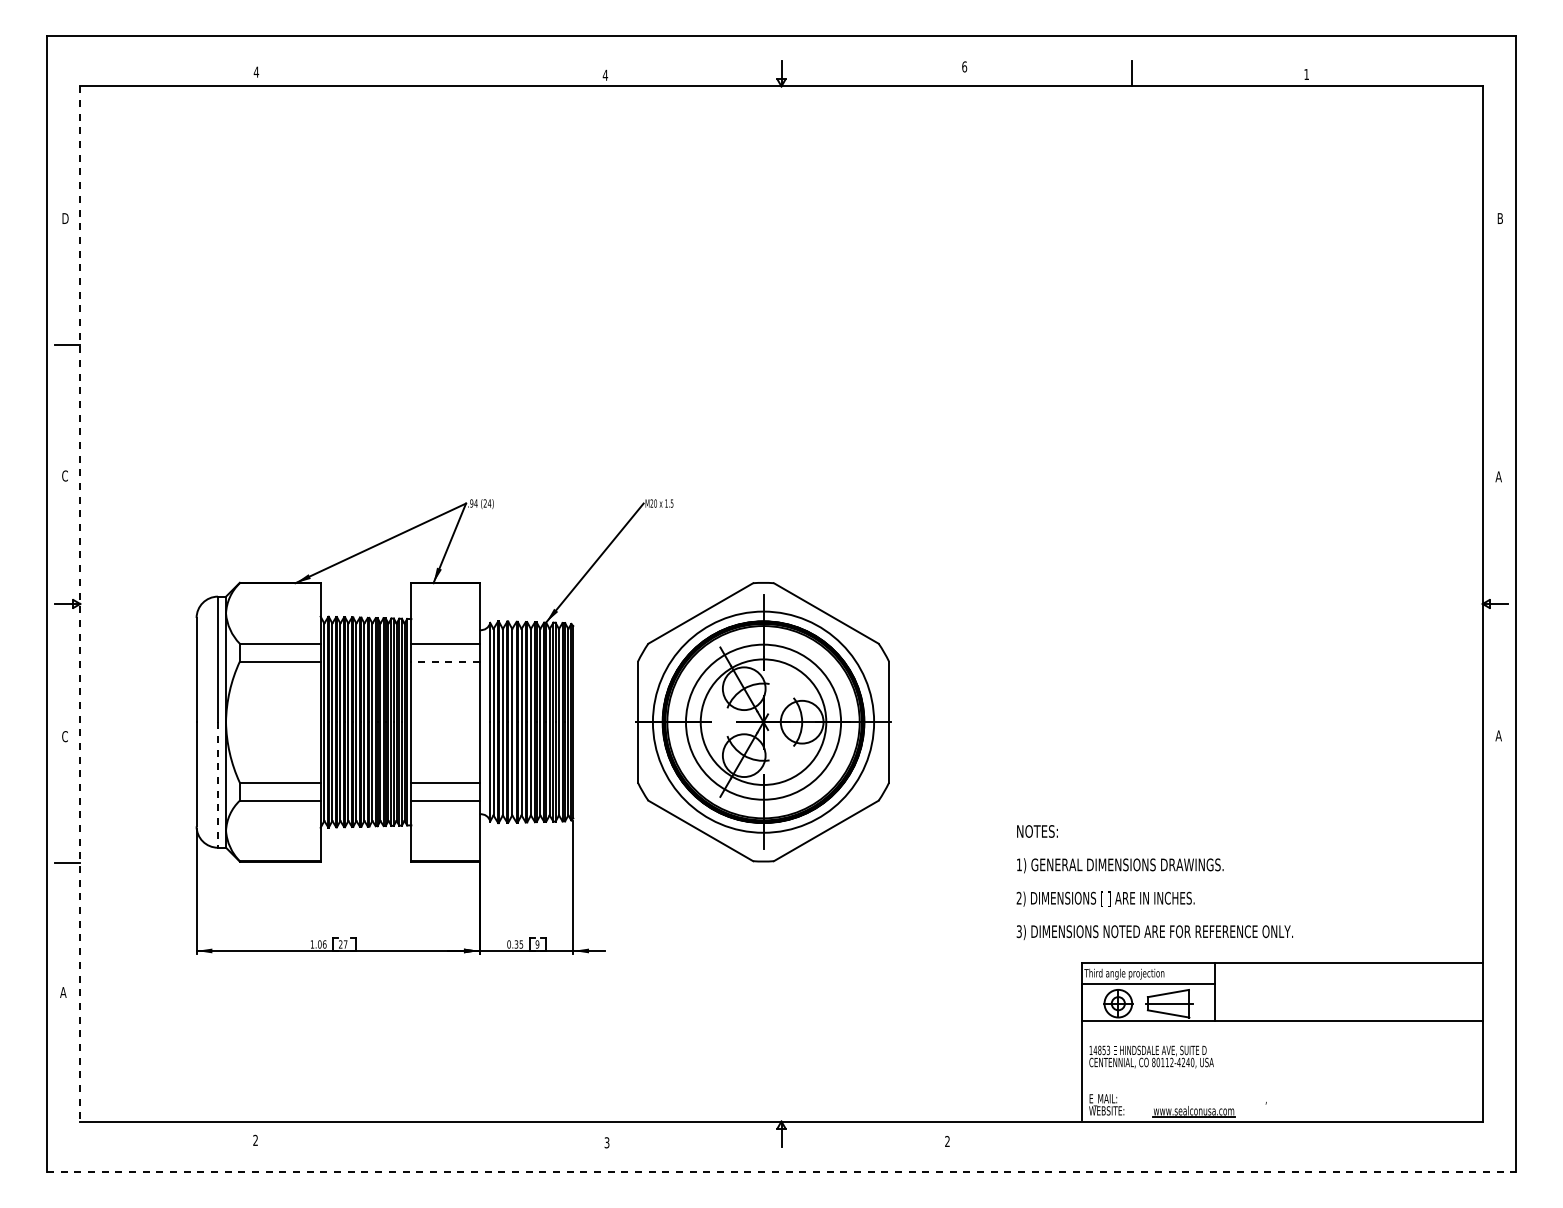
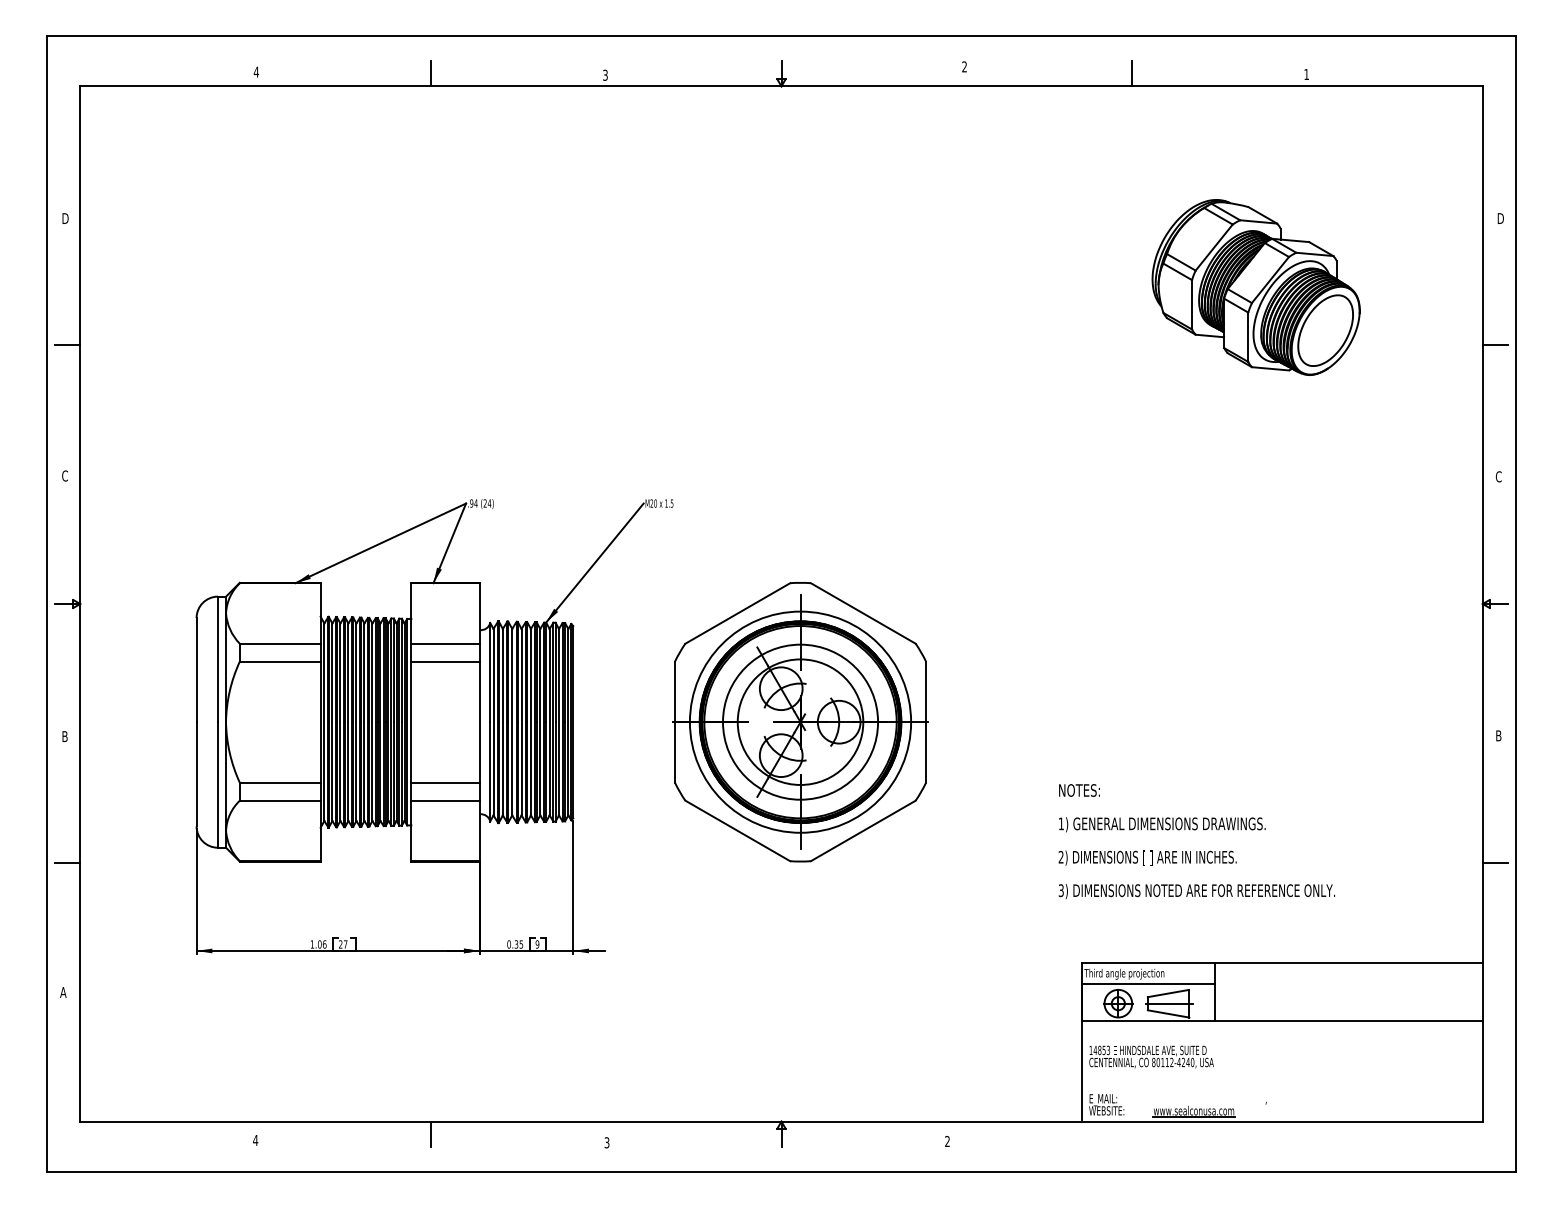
text at (964, 66): 6 -> 2
line at (430, 73): none -> present
text at (605, 74): 4 -> 3
text at (1500, 218): B -> D
part at (1255, 287): none -> present
line at (1494, 345): none -> present
text at (1498, 476): A -> C
line at (80, 604): dashed -> solid
line at (445, 661): dashed -> solid
part at (763, 722) position: (763, 722) -> (800, 722)
text at (1498, 735): A -> B
text at (64, 736): C -> B
line at (217, 784): dashed -> solid
line at (1494, 862): none -> present
text at (1154, 882) position: (1154, 882) -> (1196, 841)
line at (430, 1133): none -> present
text at (255, 1139): 2 -> 4
line at (781, 1171): dashed -> solid
